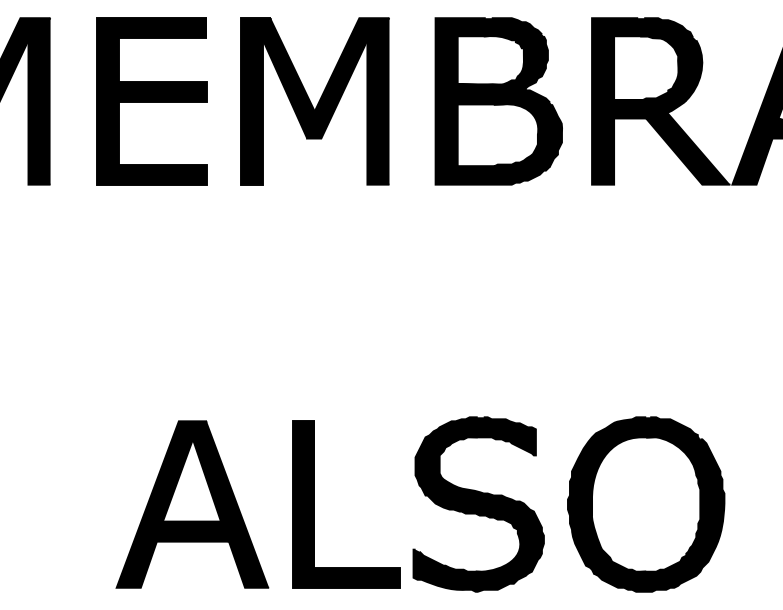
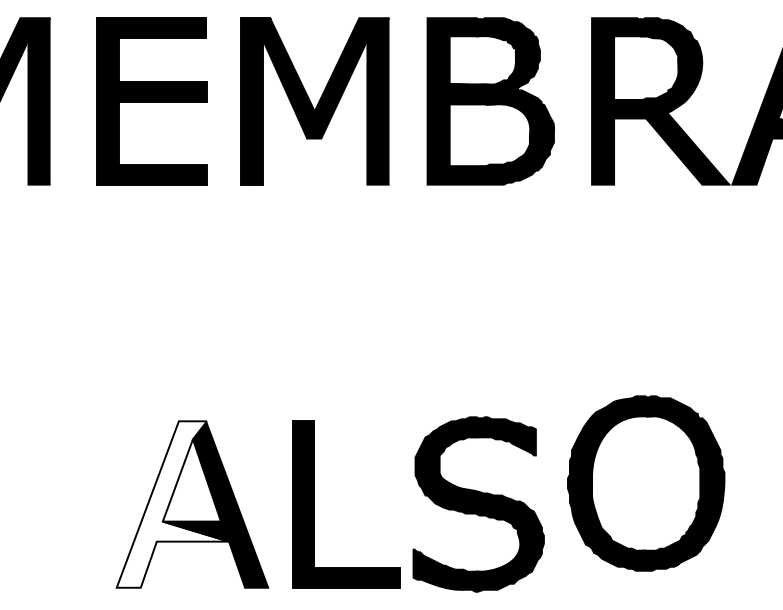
part at (498, 101) position: (498, 101) -> (490, 101)
fill at (172, 504): present -> none
part at (646, 504) position: (646, 504) -> (646, 483)
